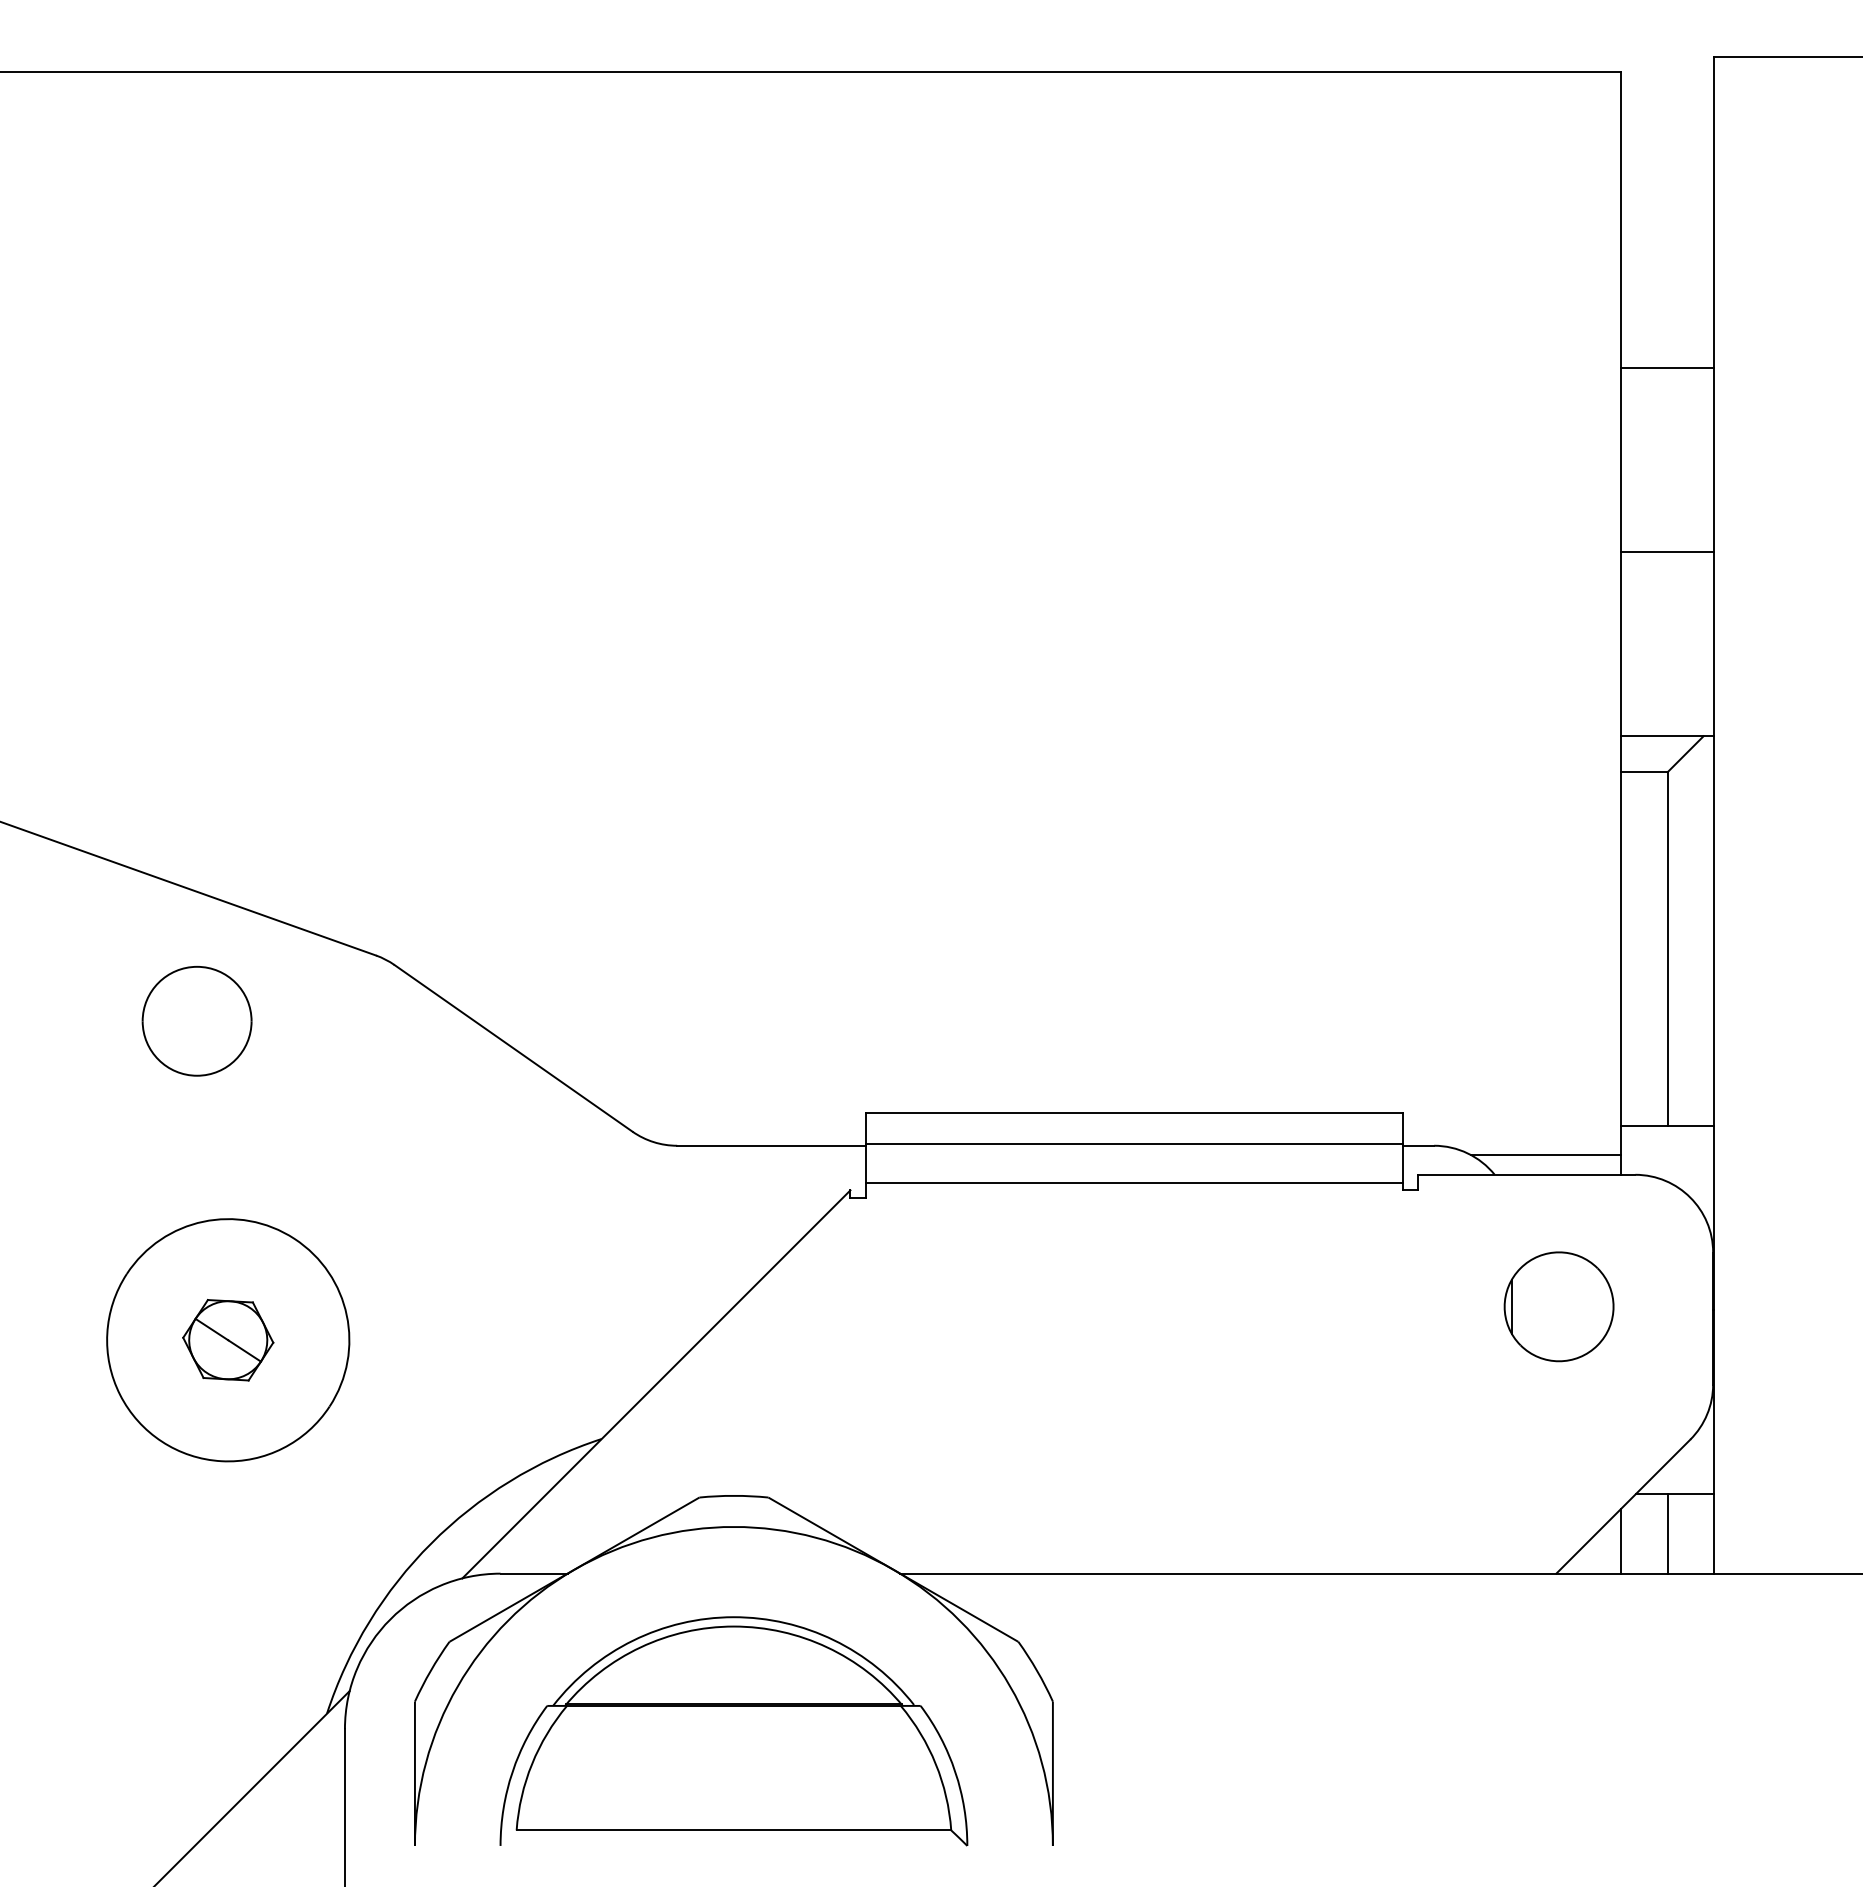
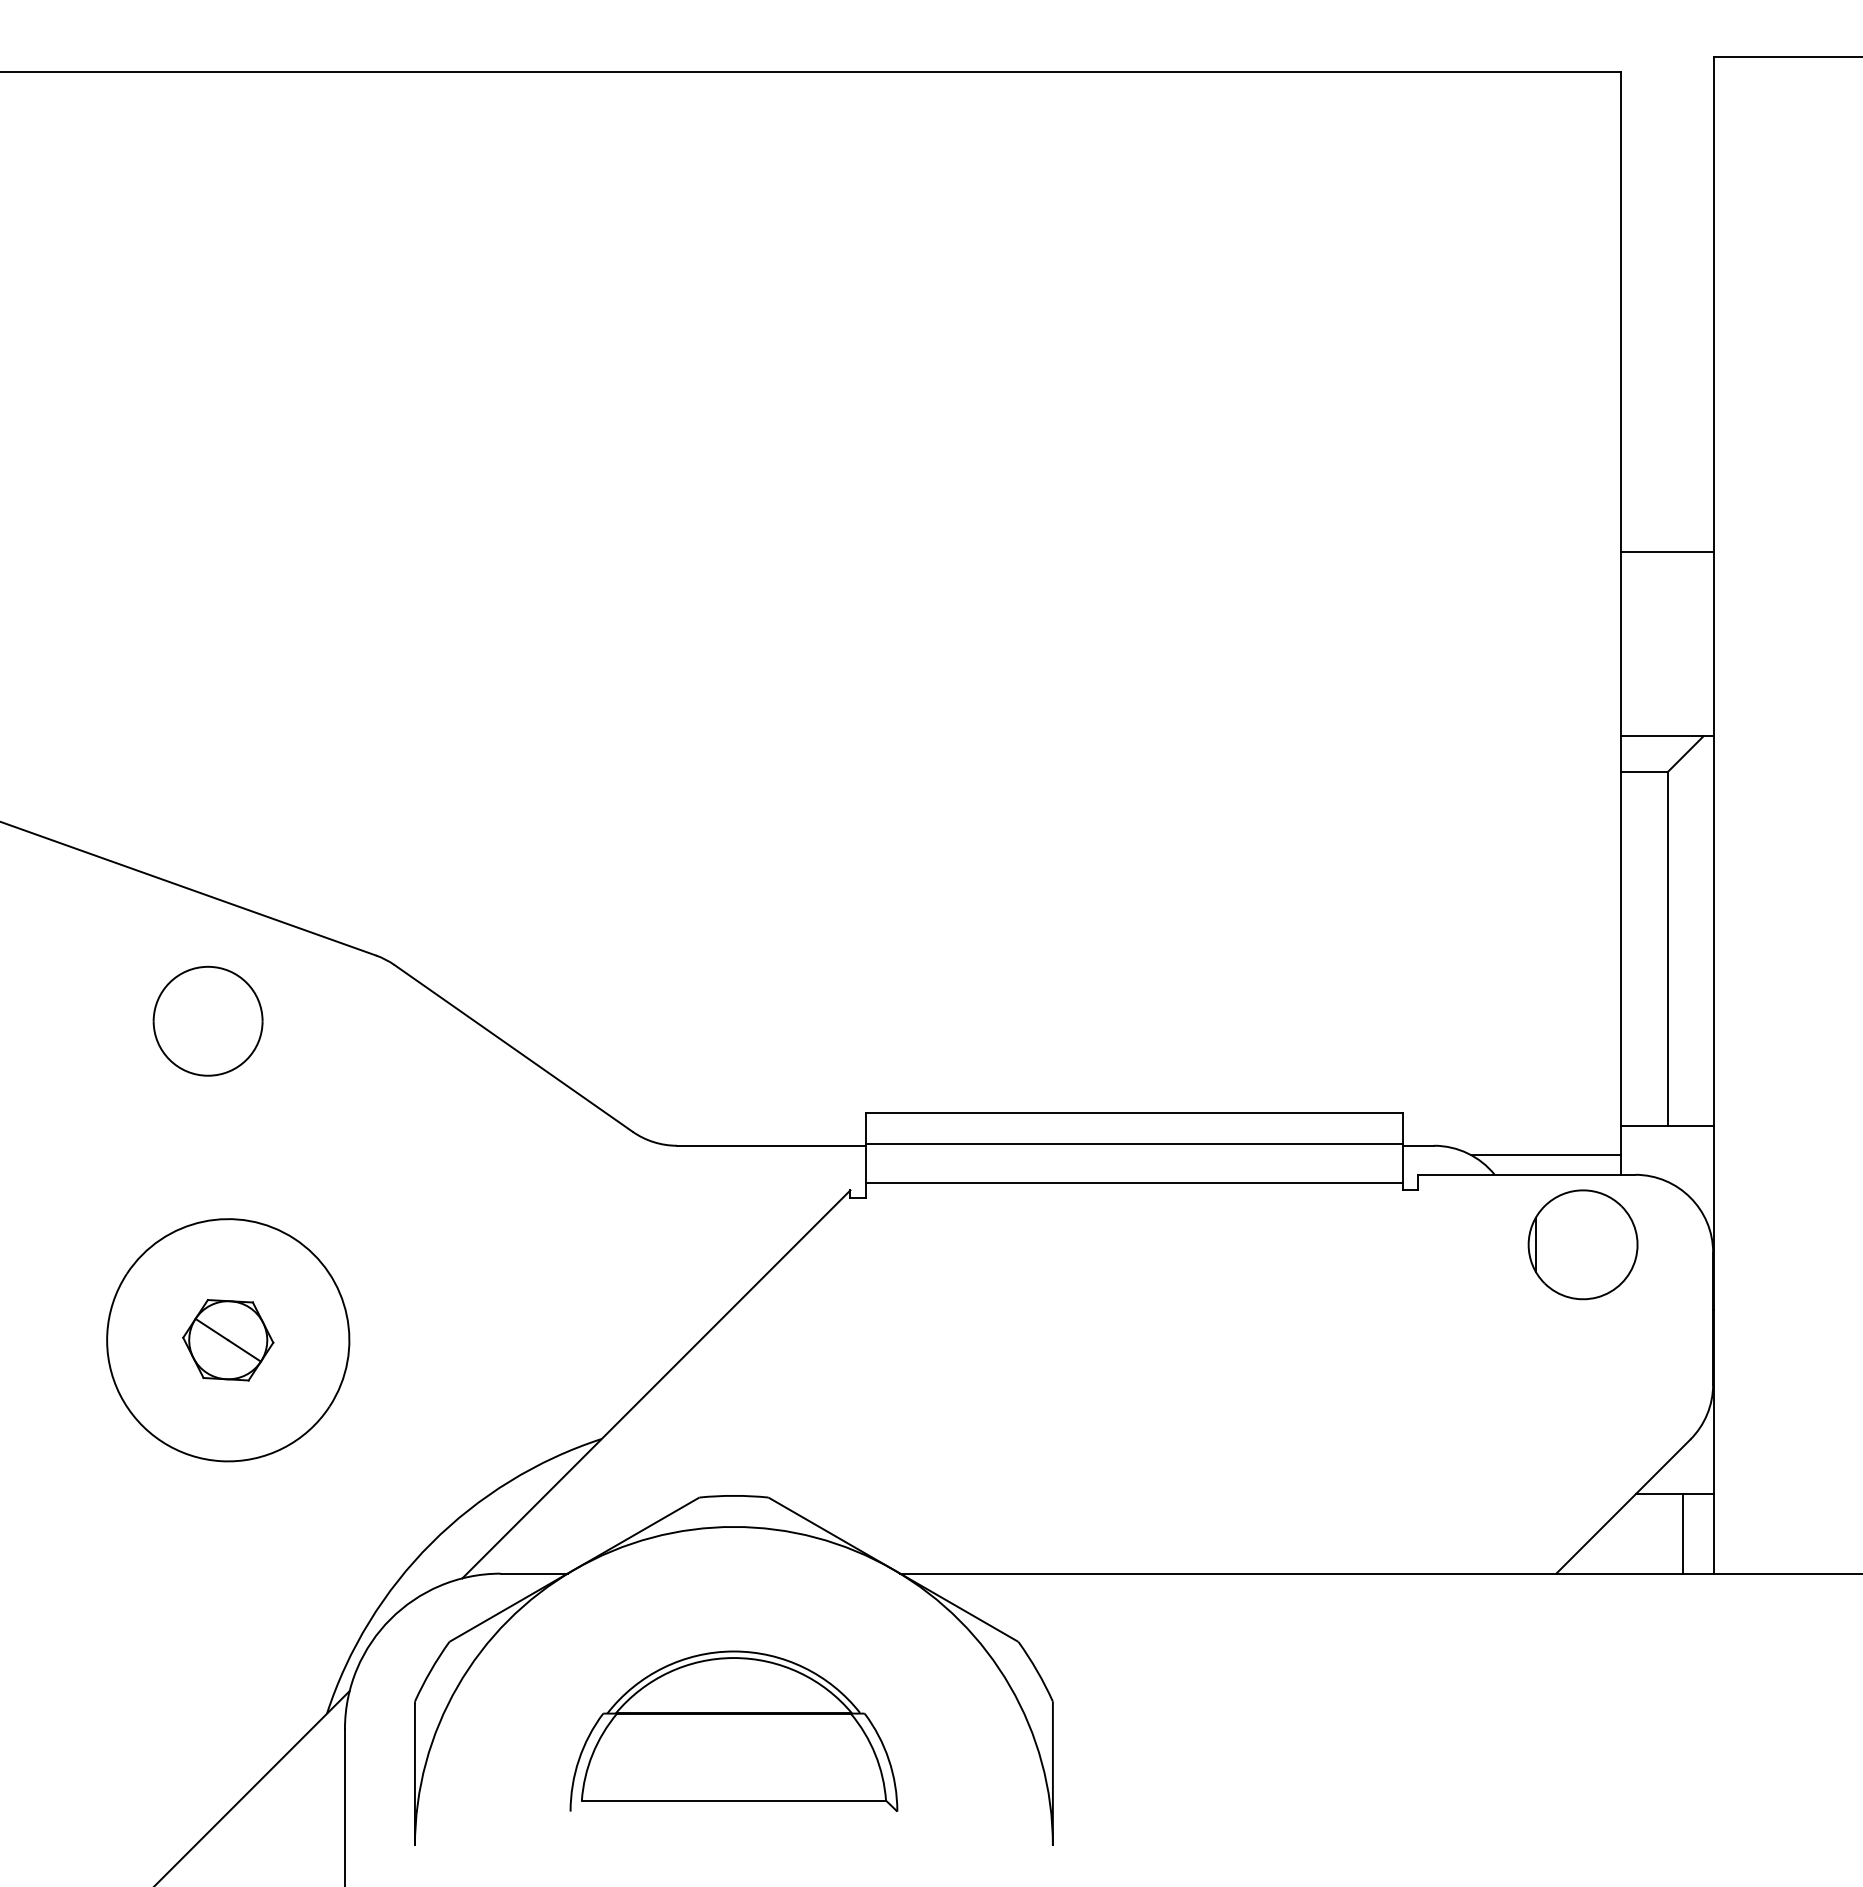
line at (1667, 368): present -> none
part at (196, 1020) position: (196, 1020) -> (207, 1020)
part at (1558, 1306) position: (1558, 1306) -> (1582, 1244)
line at (1667, 1533) position: (1667, 1533) -> (1682, 1533)
line at (1620, 1541): present -> none
part at (733, 1731) size: 470x231 px -> 330x162 px
